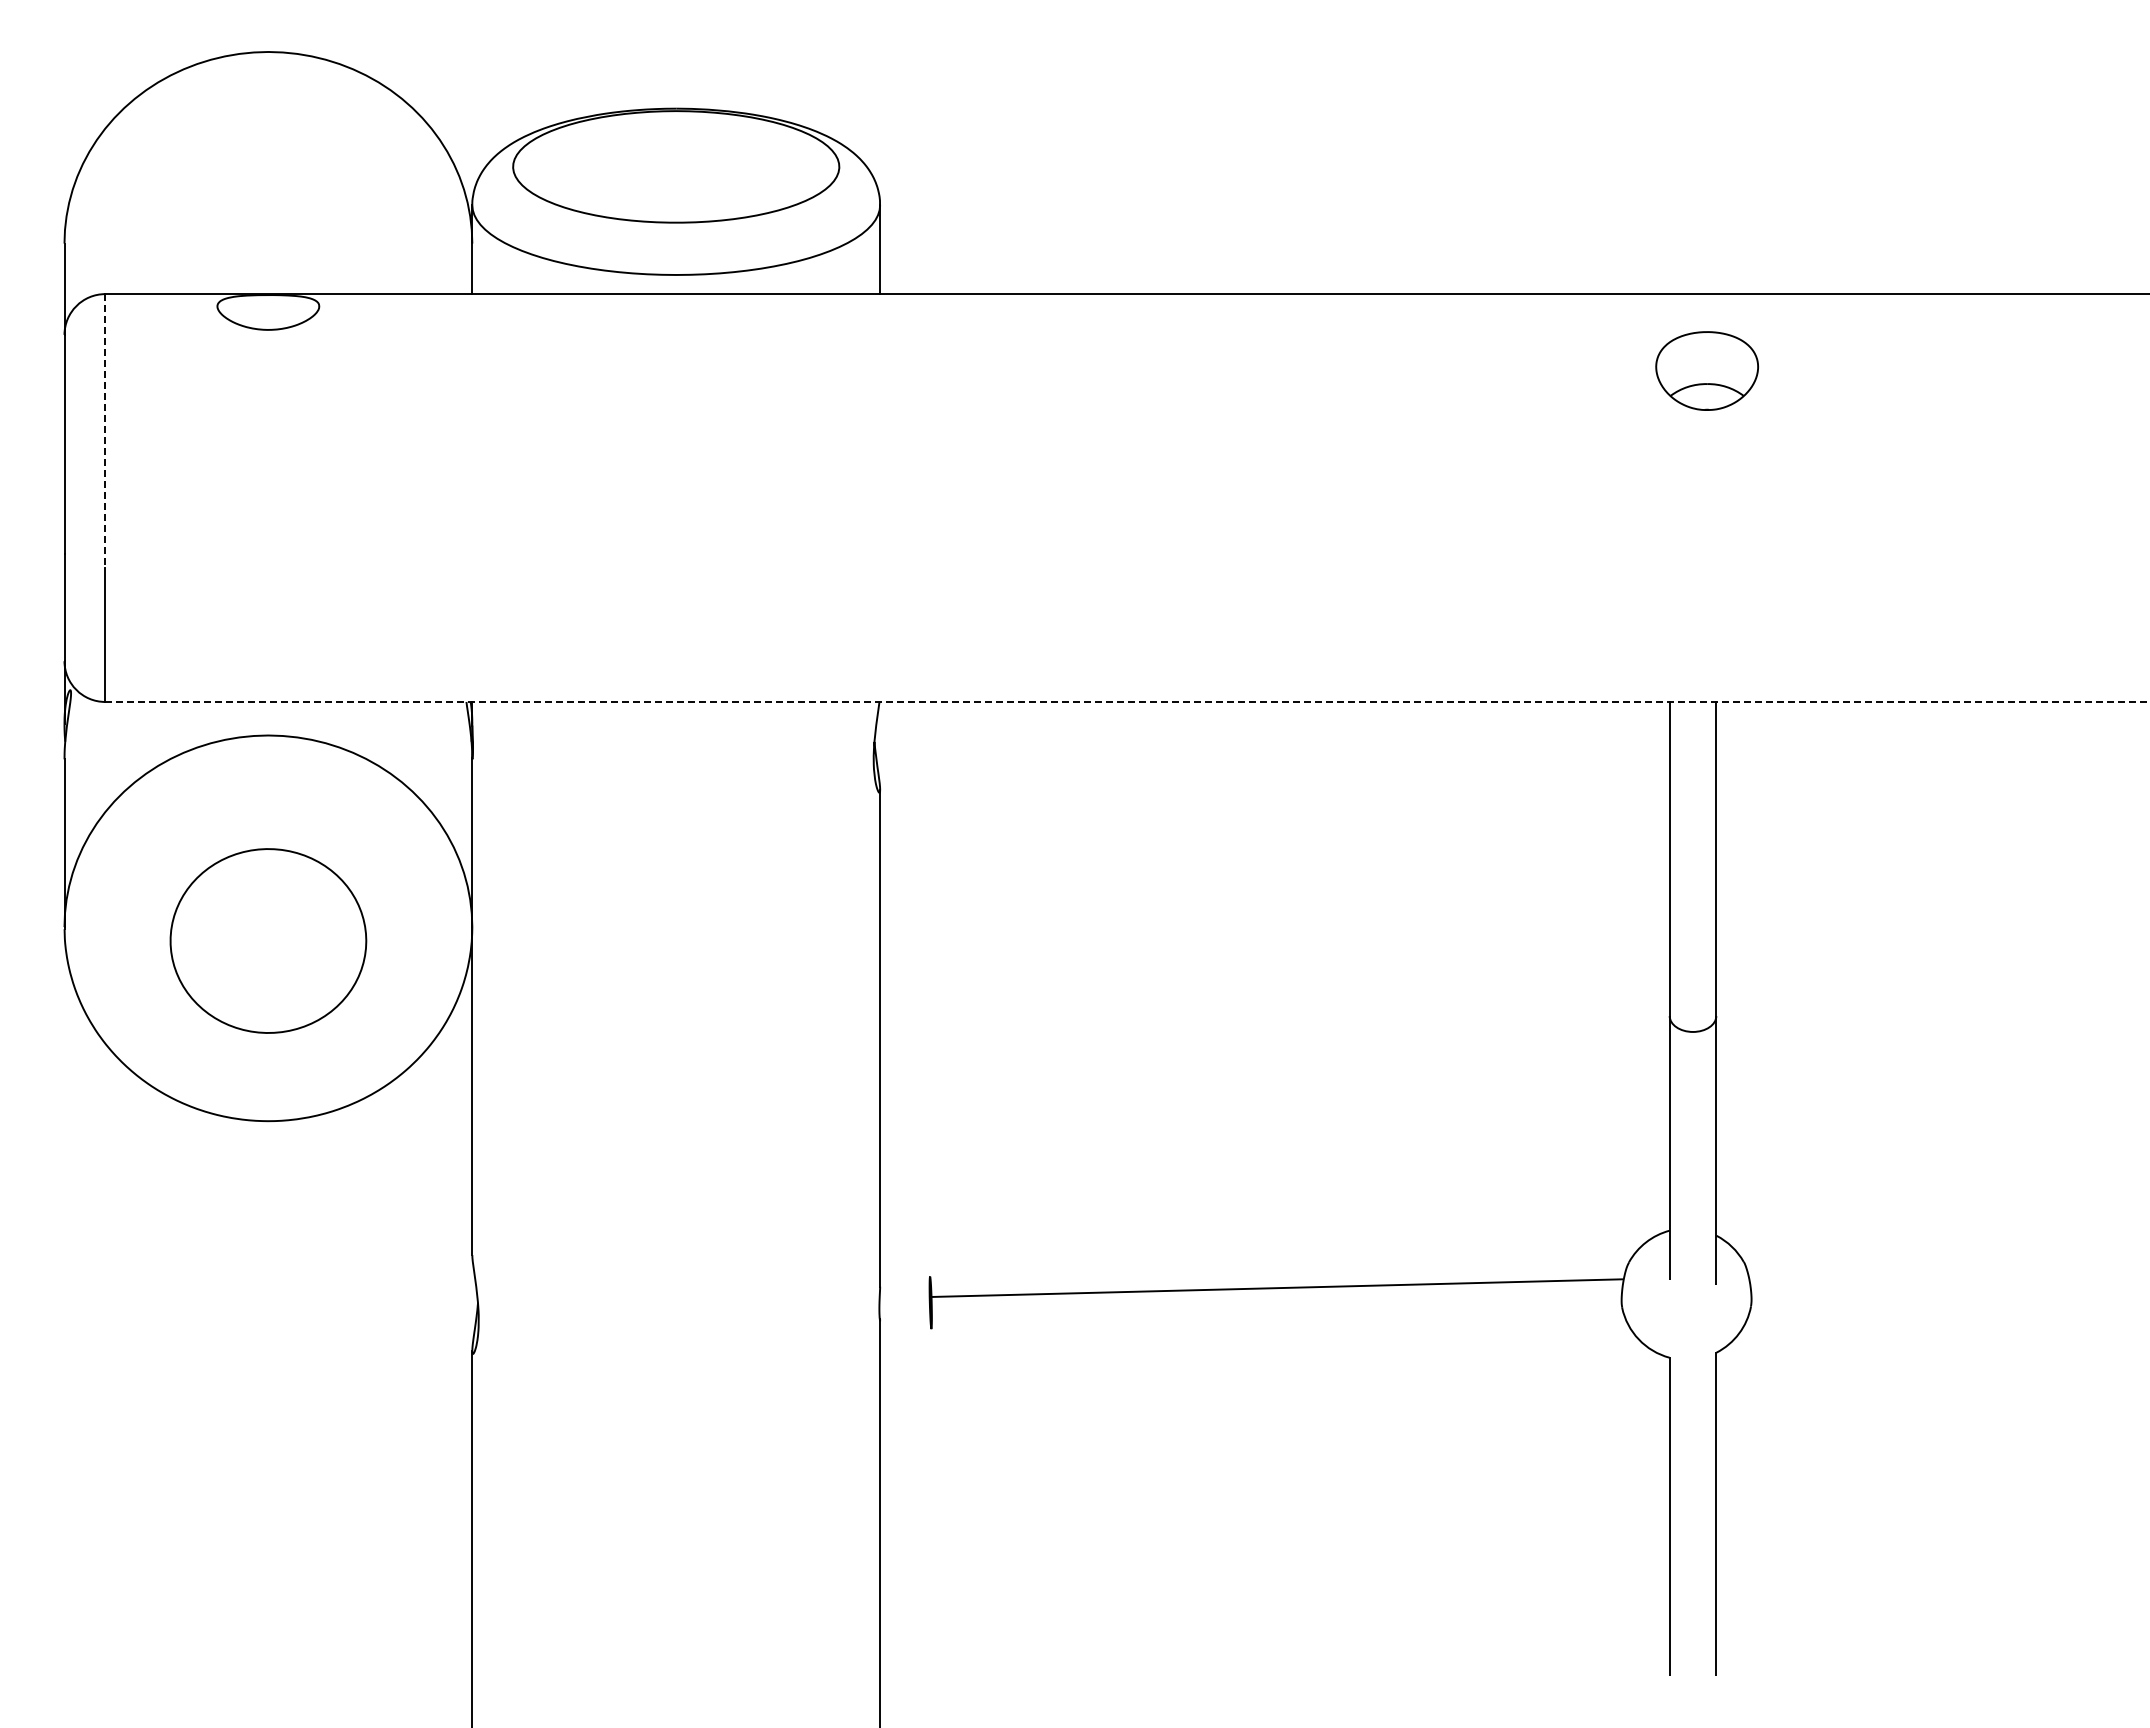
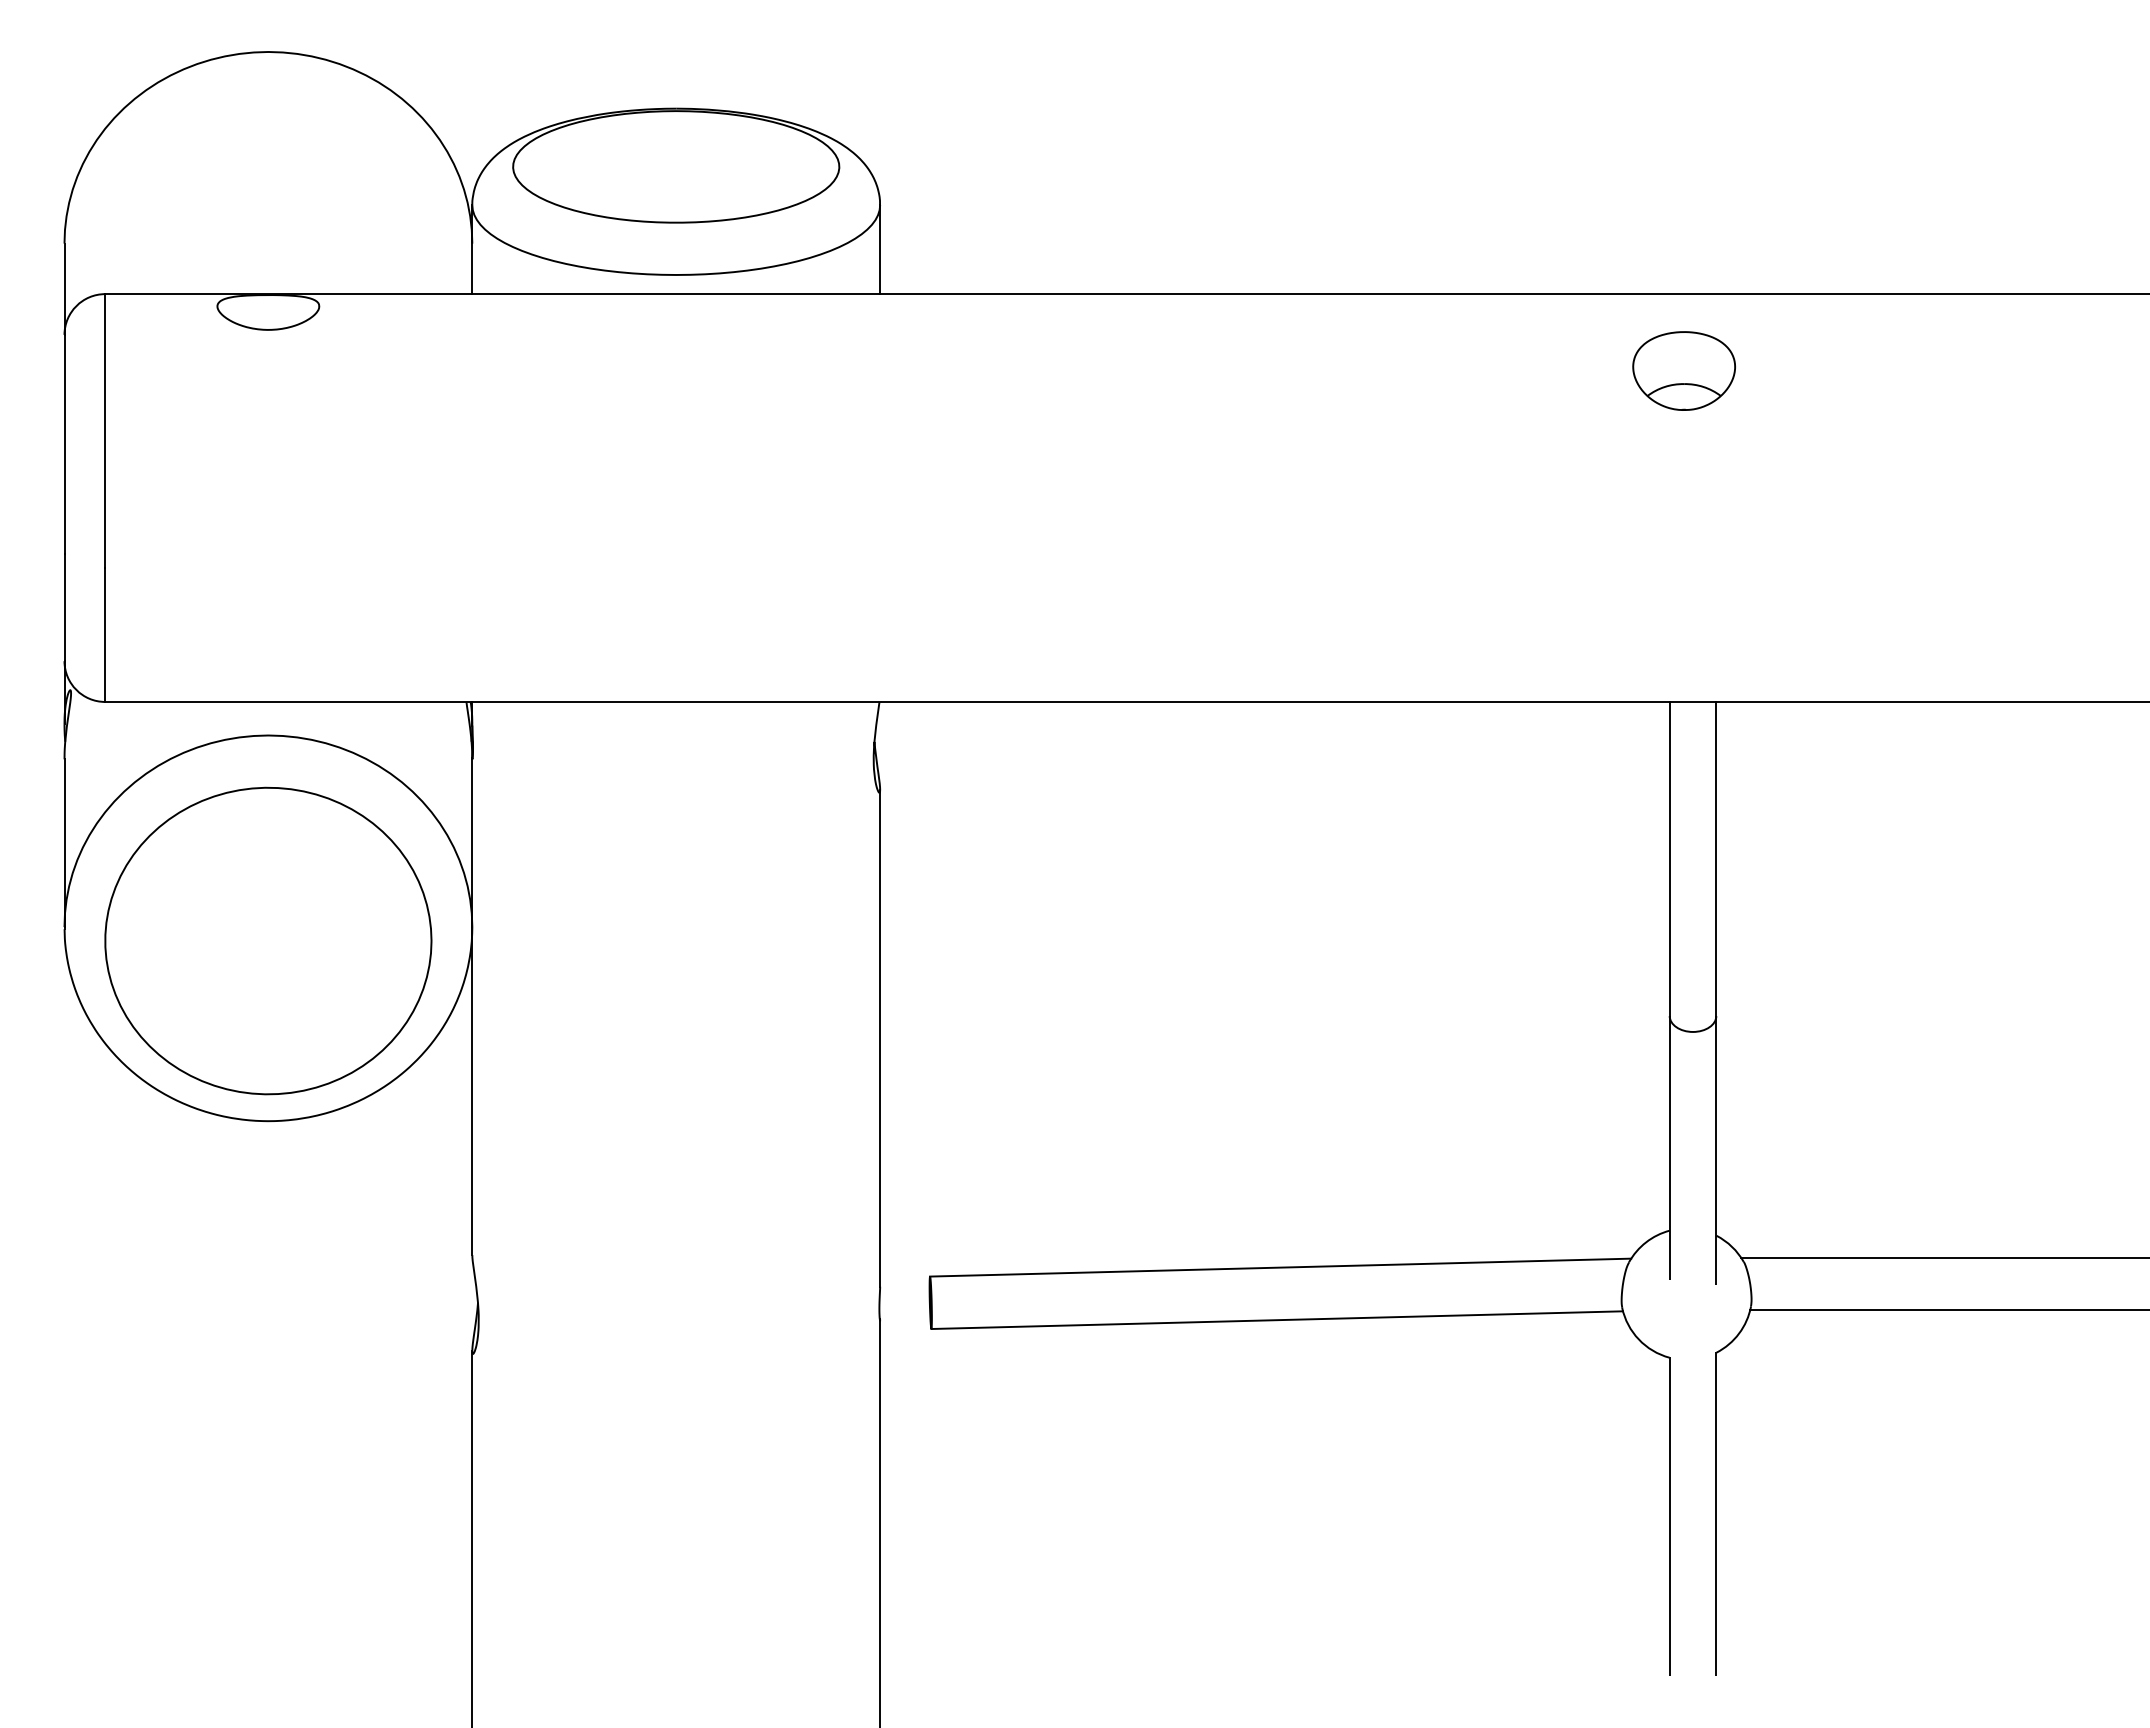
part at (1706, 370) position: (1706, 370) -> (1683, 370)
line at (105, 430): dashed -> solid
line at (1127, 701): dashed -> solid
part at (268, 940) size: 199x186 px -> 329x310 px
line at (1943, 1258): none -> present
line at (1280, 1267): none -> present
line at (1276, 1288) position: (1276, 1288) -> (1277, 1320)
line at (1948, 1310): none -> present
